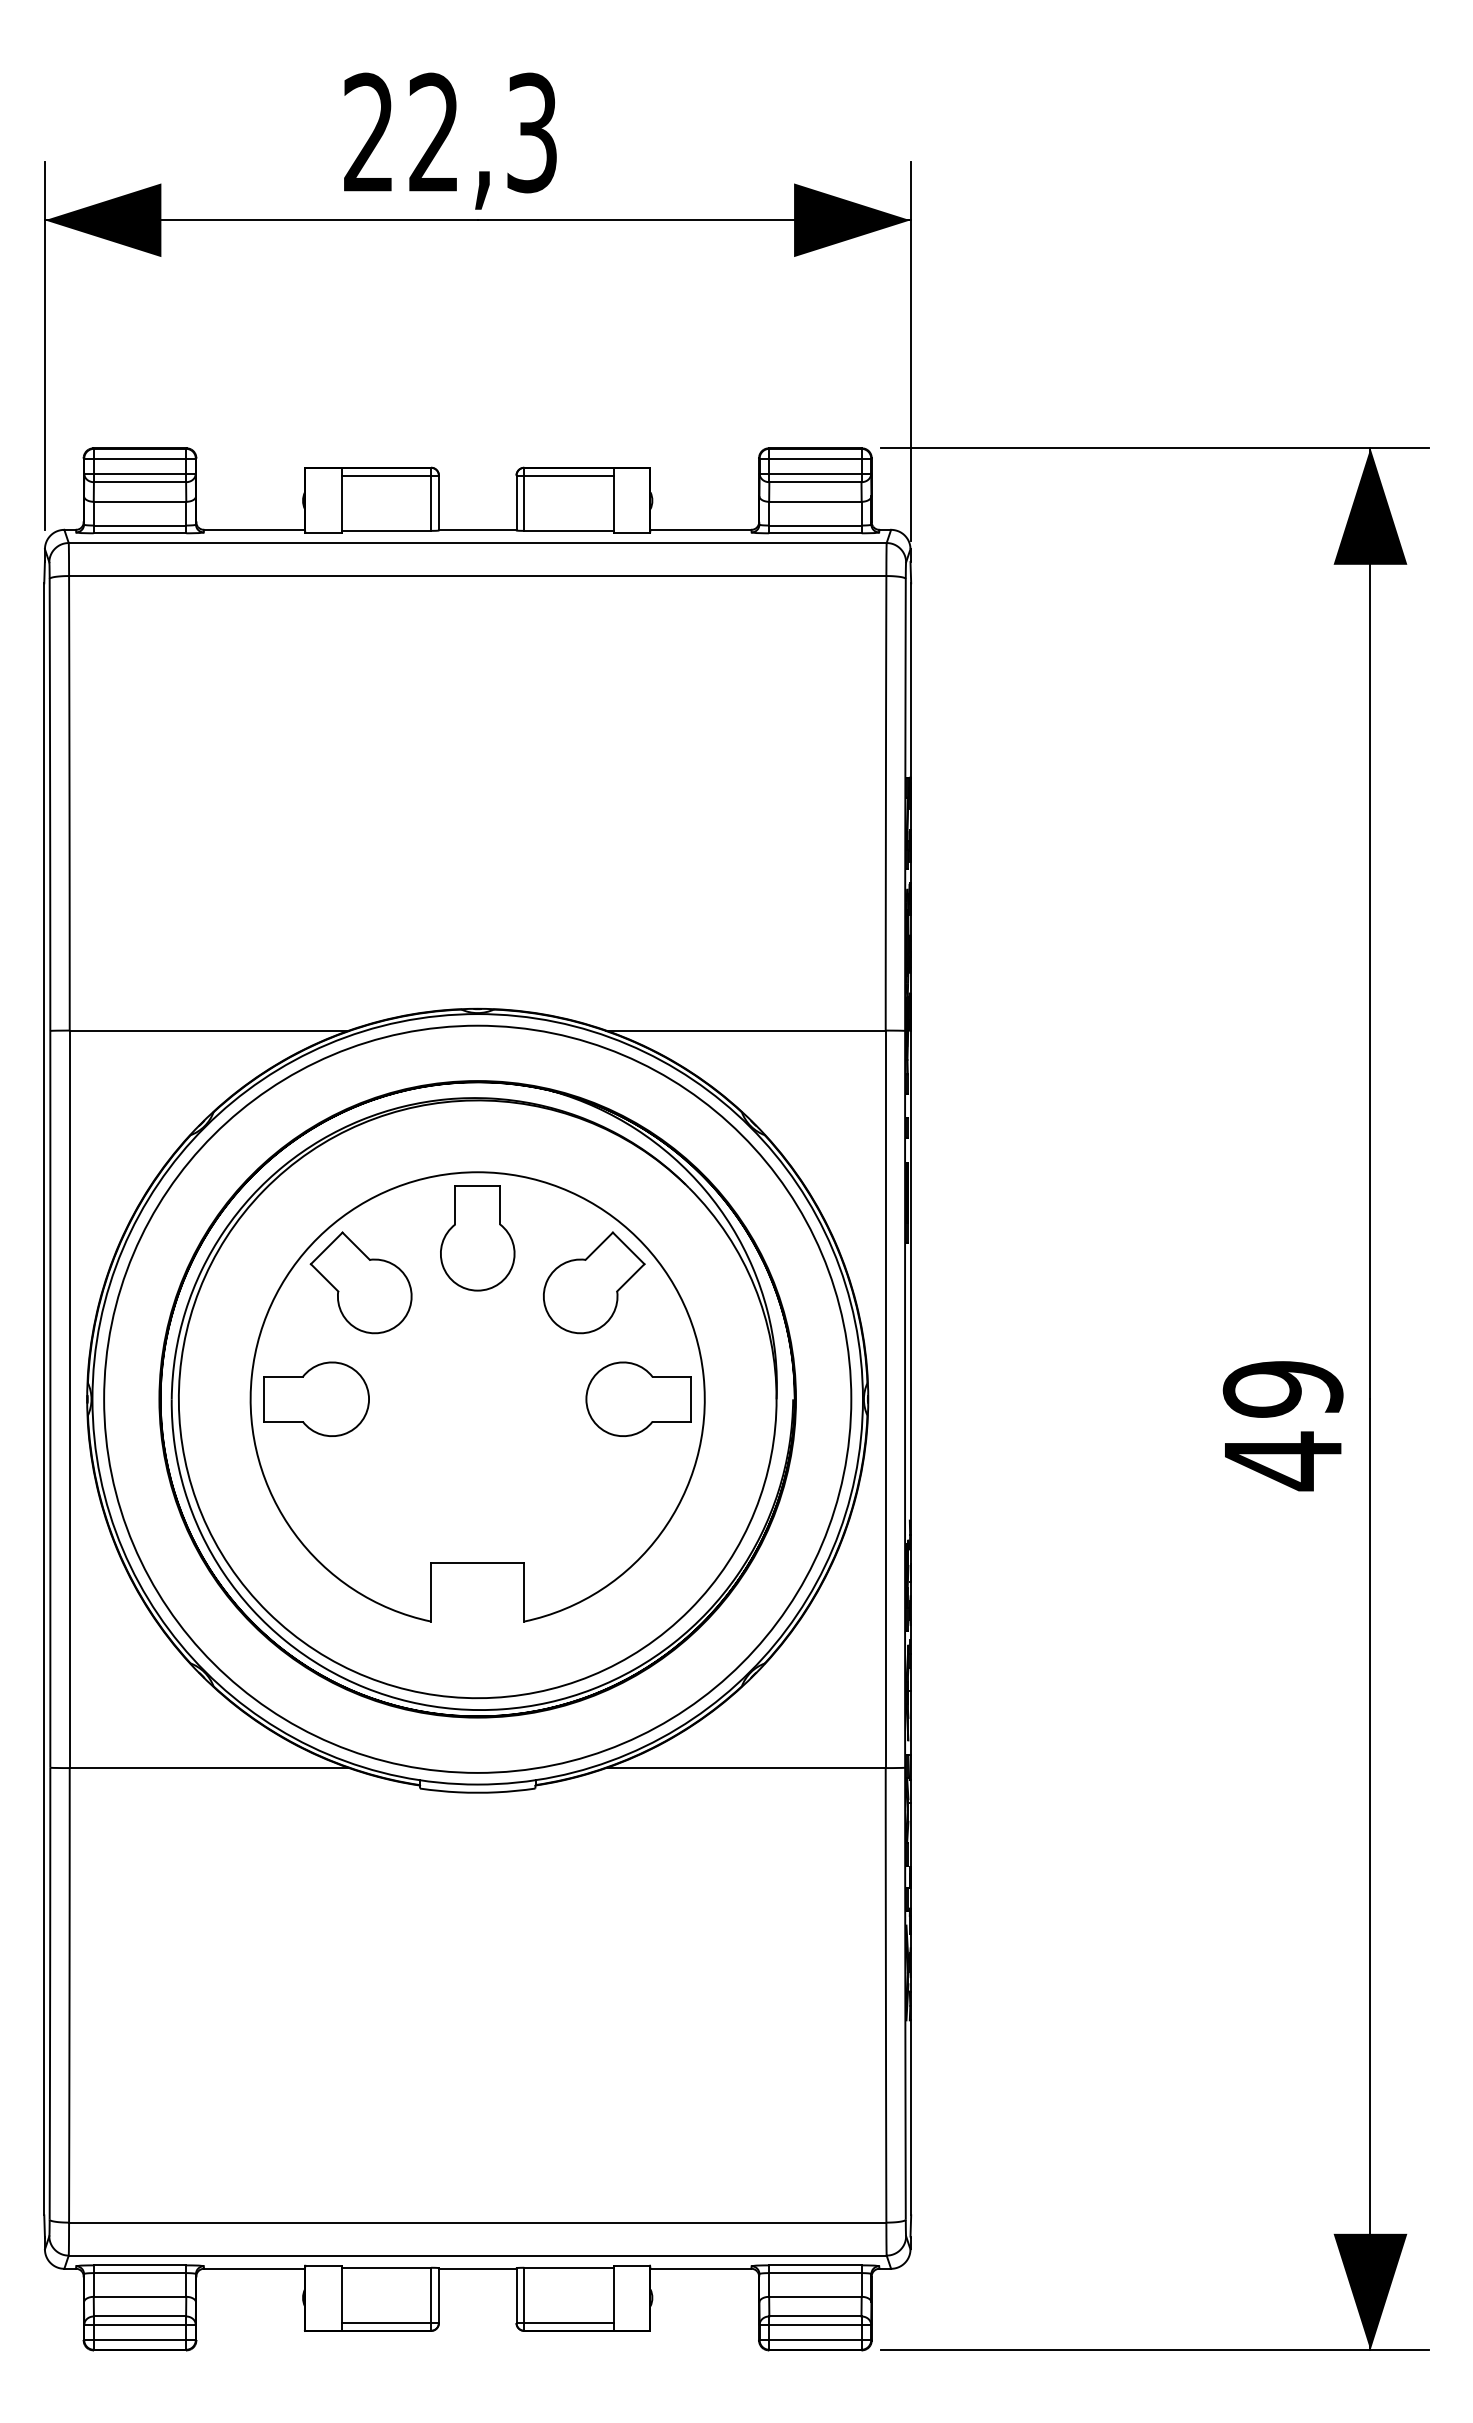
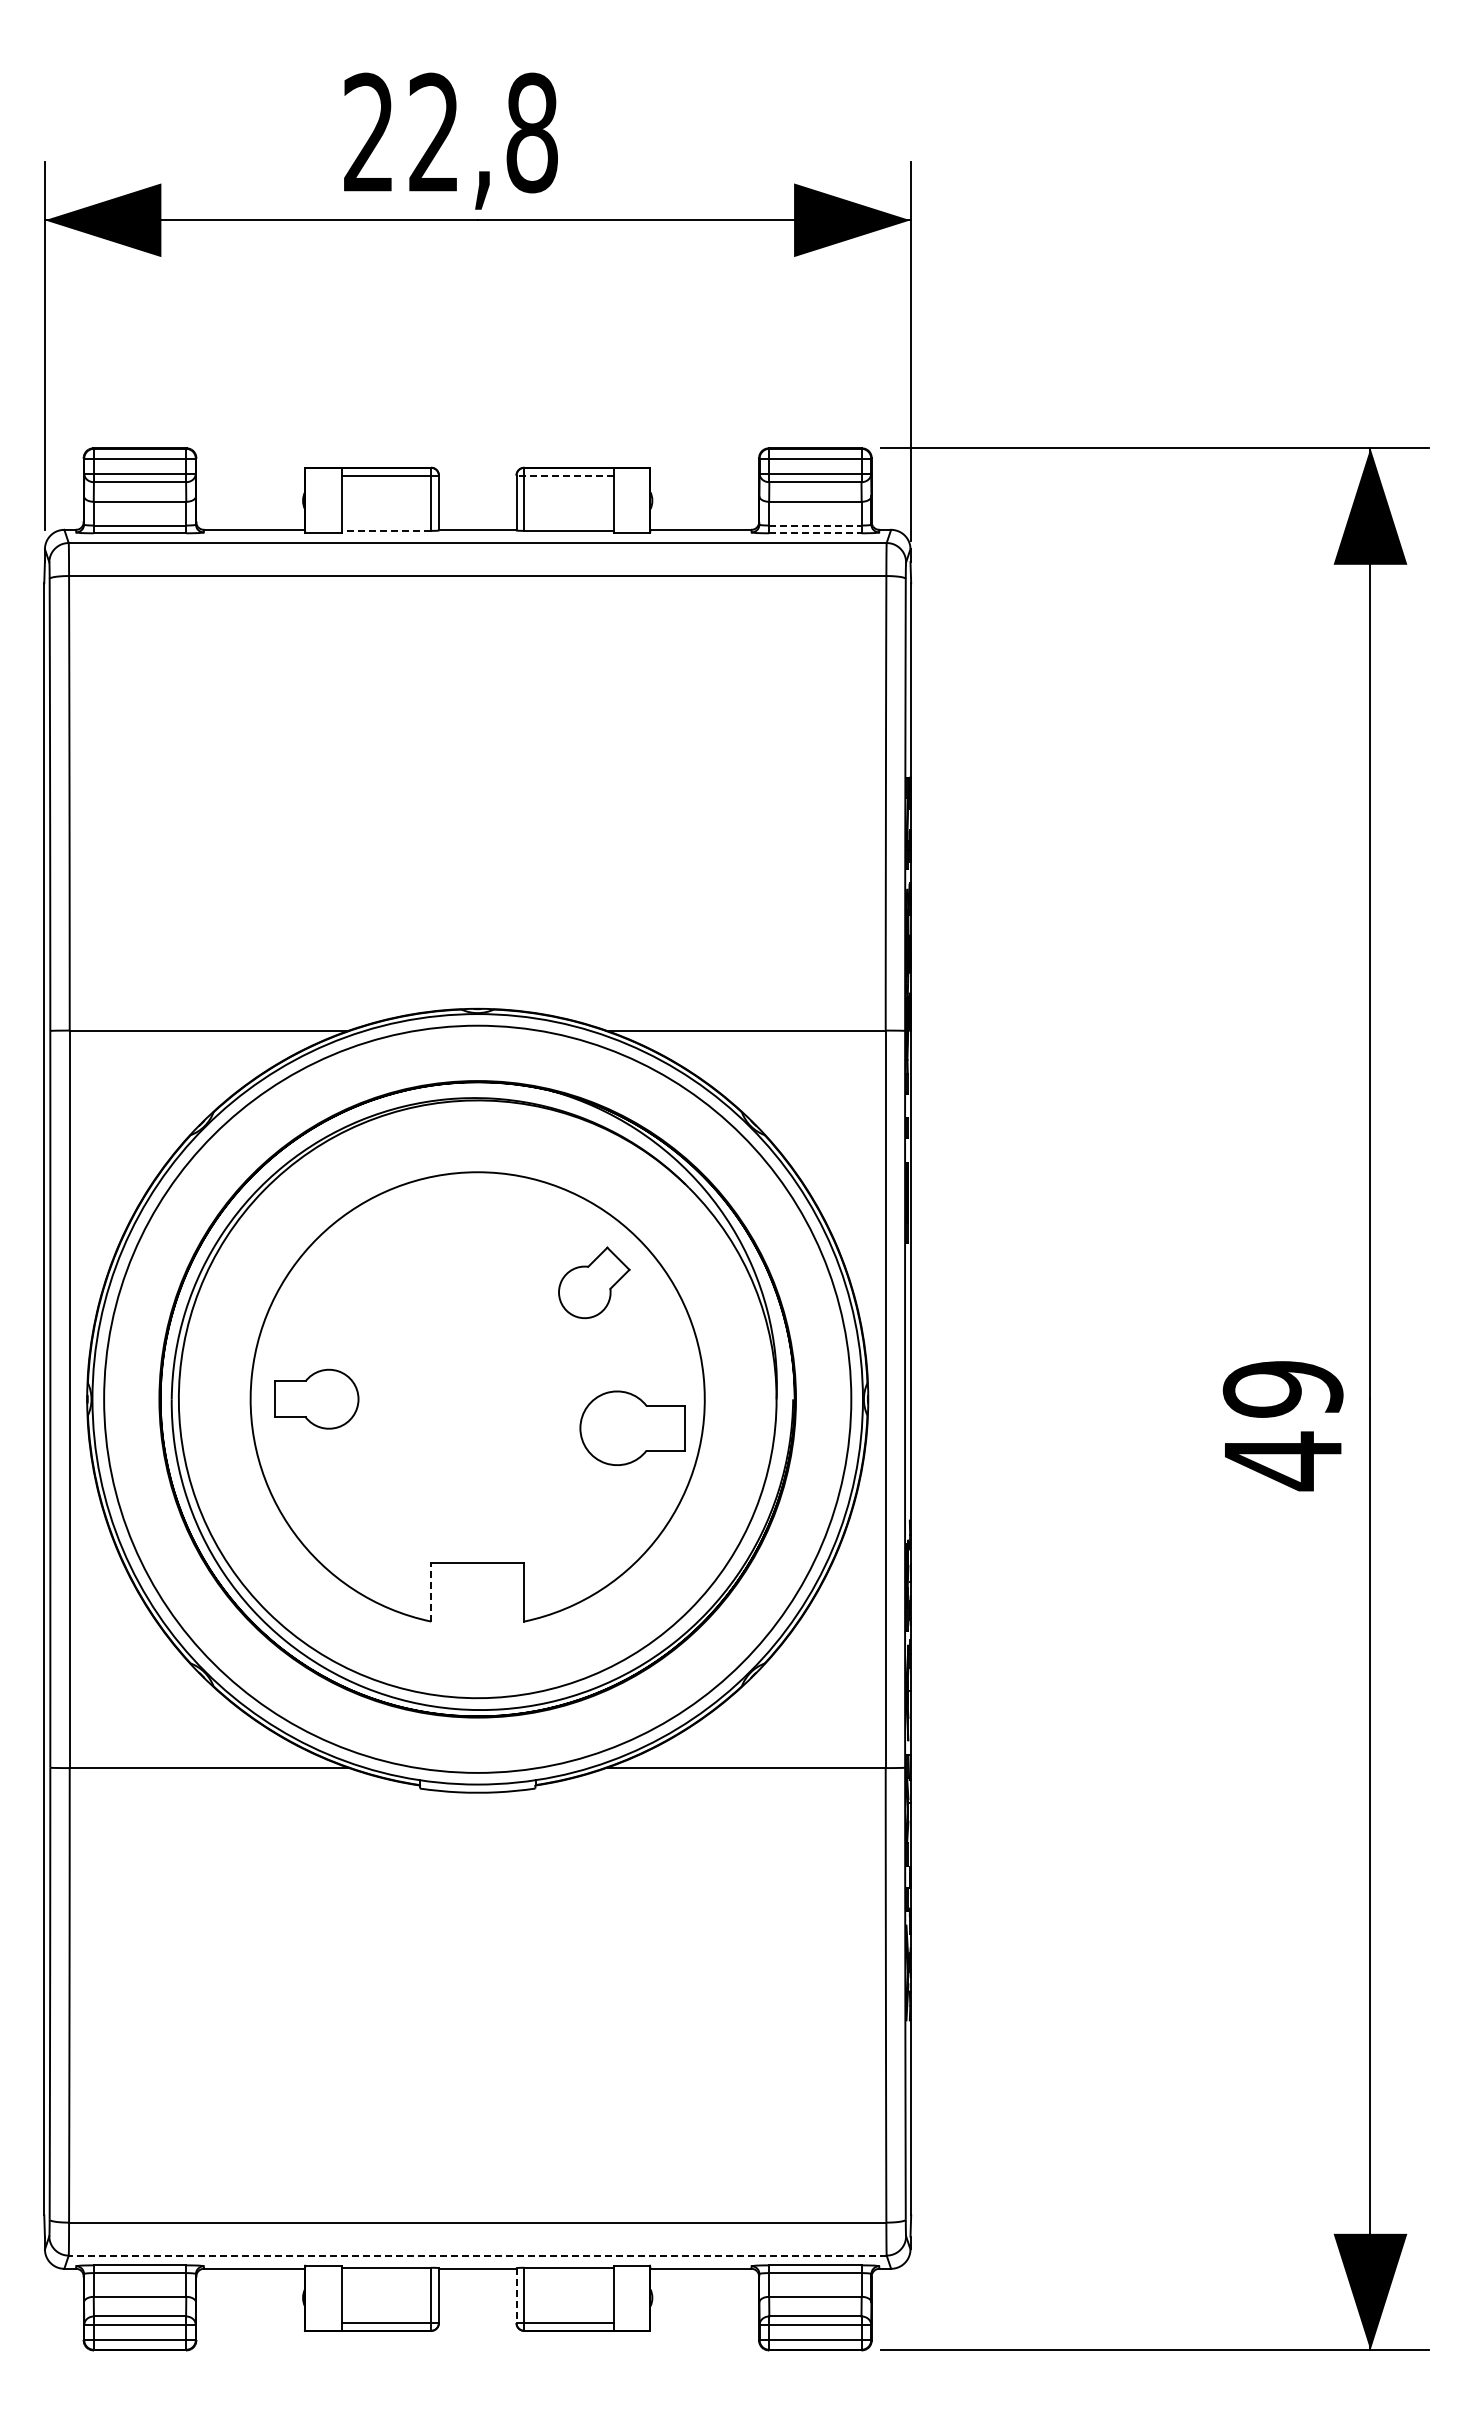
text at (531, 132): 22,3 -> 22,8
line at (565, 475): solid -> dashed
line at (815, 525): solid -> dashed
line at (386, 530): solid -> dashed
line at (815, 533): solid -> dashed
part at (477, 1238): present -> none
part at (360, 1282): present -> none
part at (594, 1282) size: 103x104 px -> 73x74 px
part at (316, 1398) size: 107x76 px -> 86x62 px
part at (638, 1398) position: (638, 1398) -> (632, 1427)
line at (431, 1591): solid -> dashed
line at (477, 2255): solid -> dashed
line at (516, 2296): solid -> dashed
